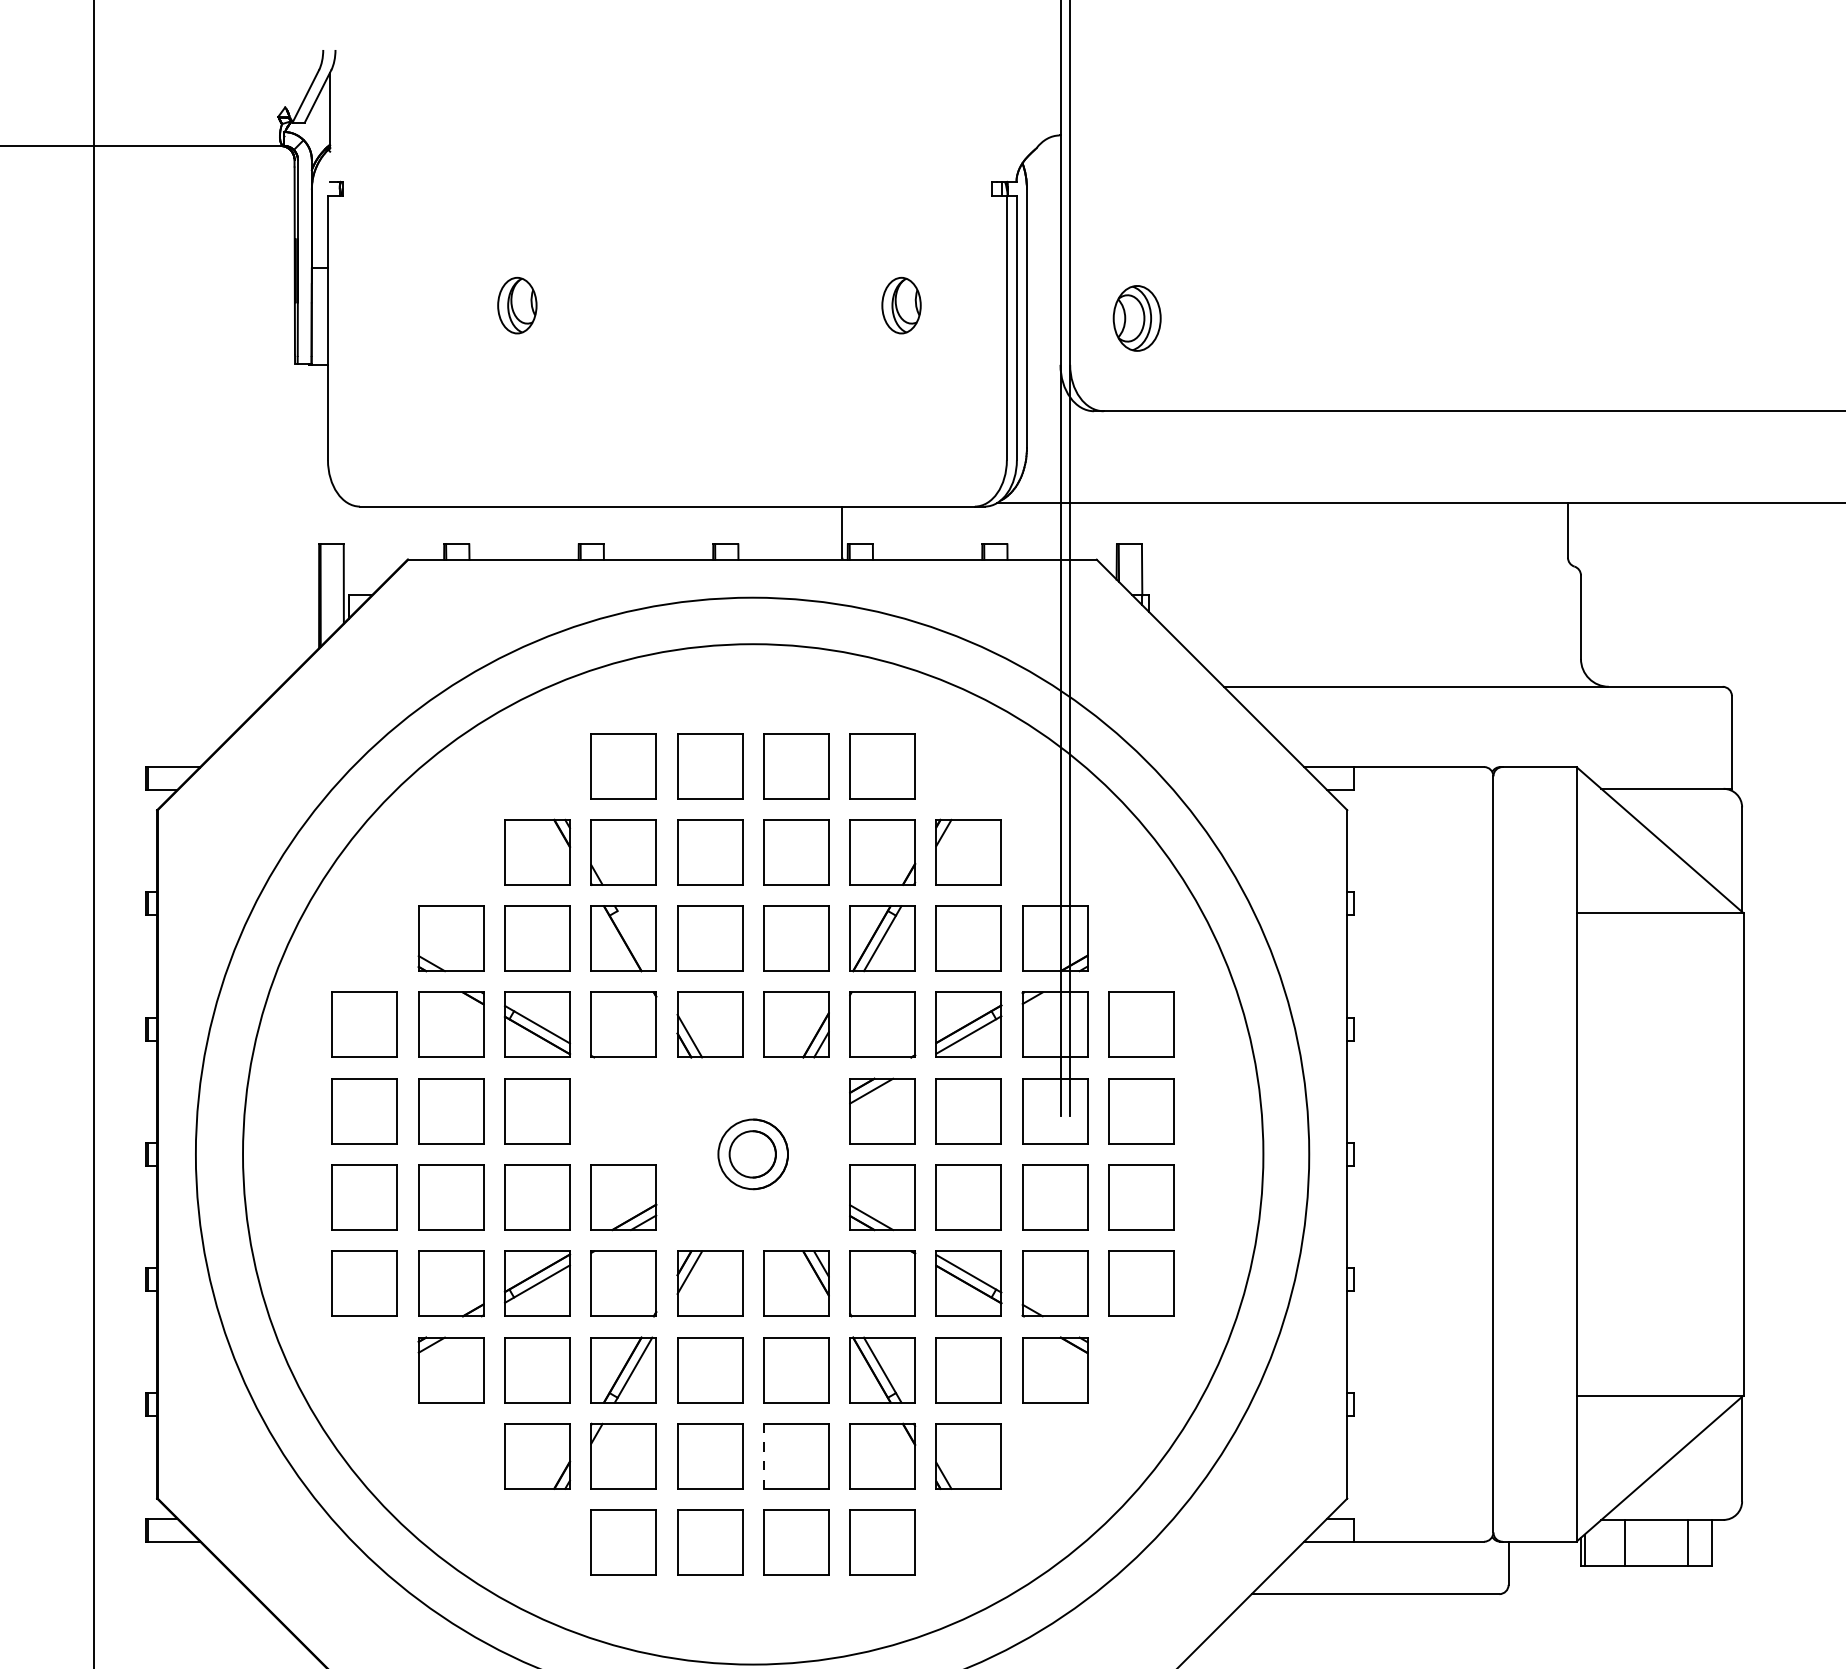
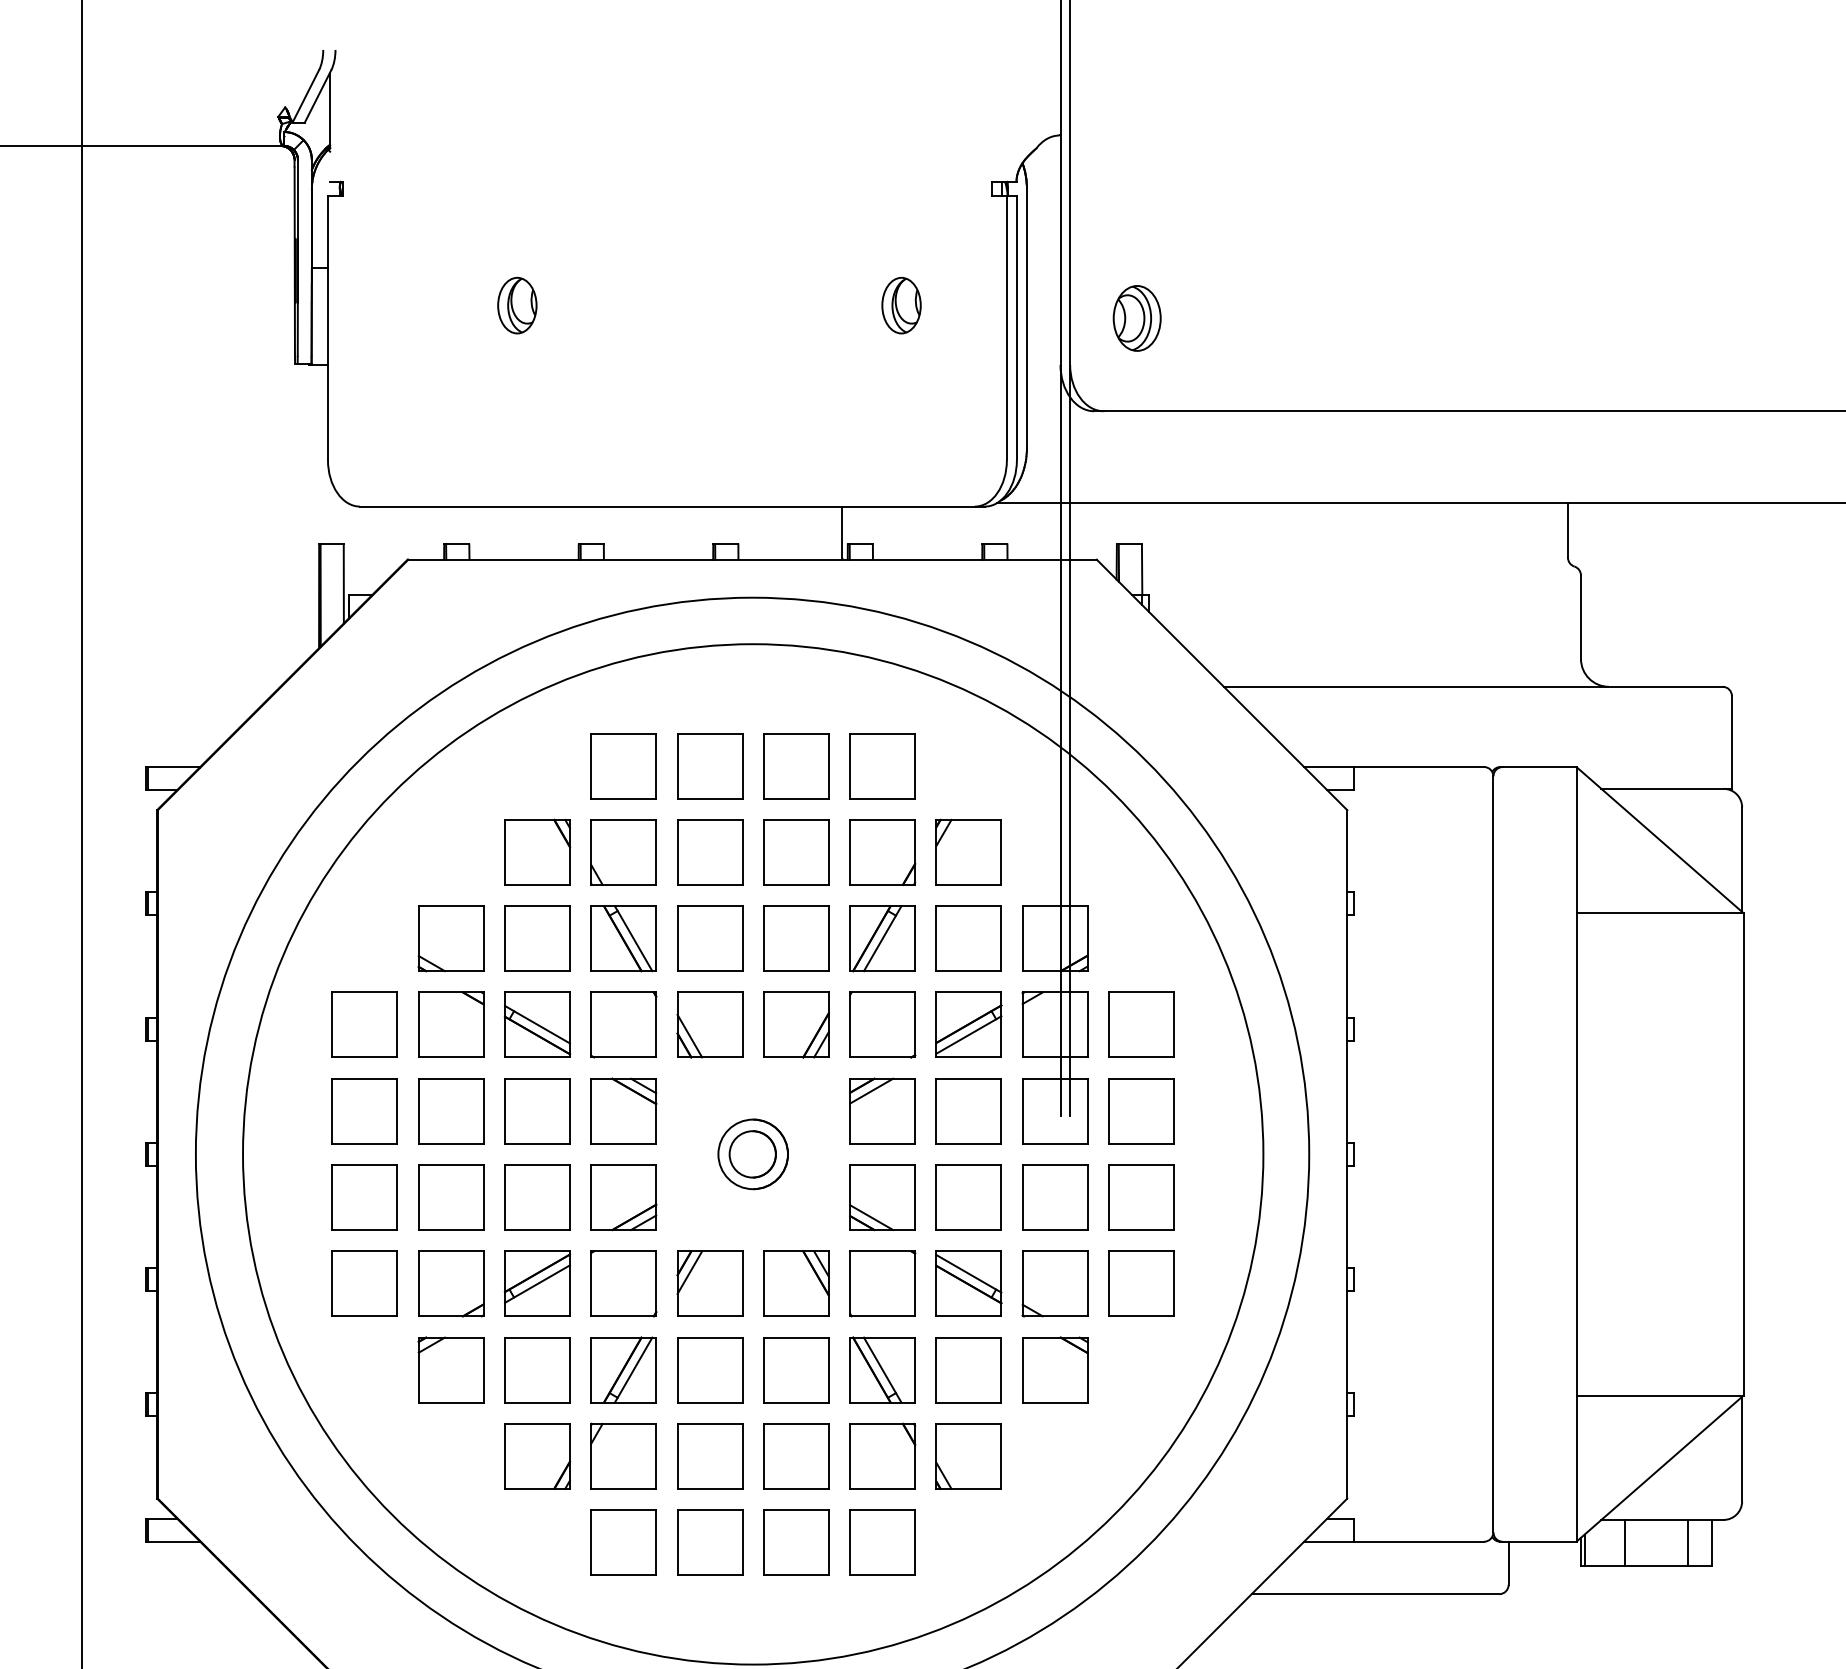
line at (94, 833) position: (94, 833) -> (82, 833)
line at (634, 941): none -> present
part at (623, 1110): none -> present
line at (763, 1455): dashed -> solid
